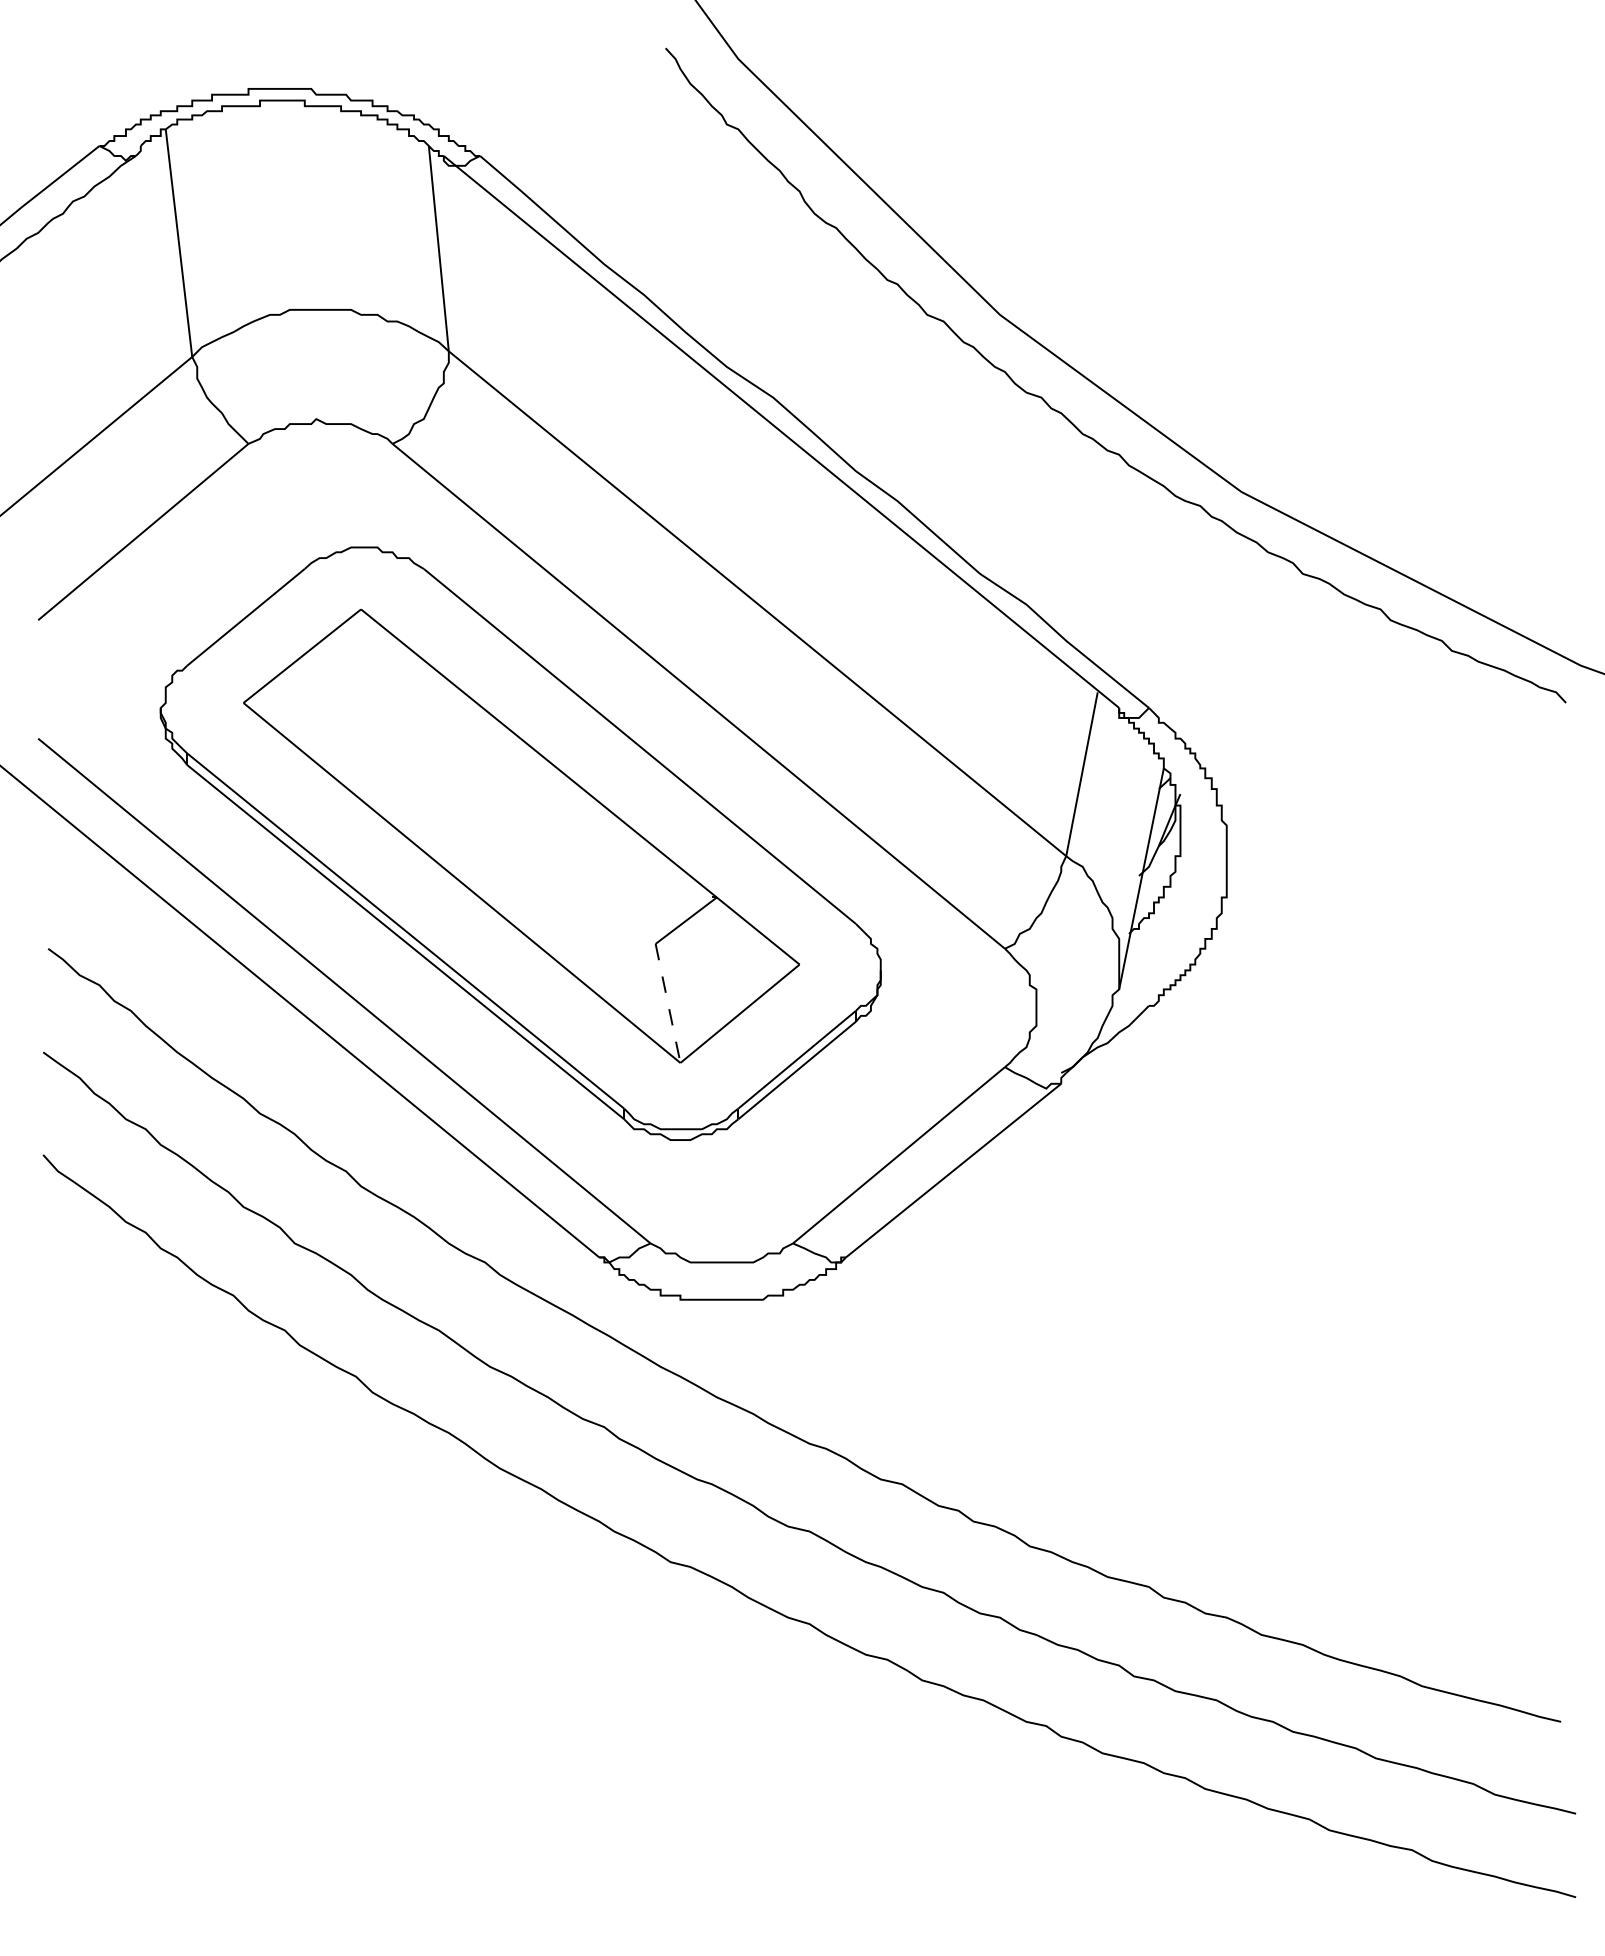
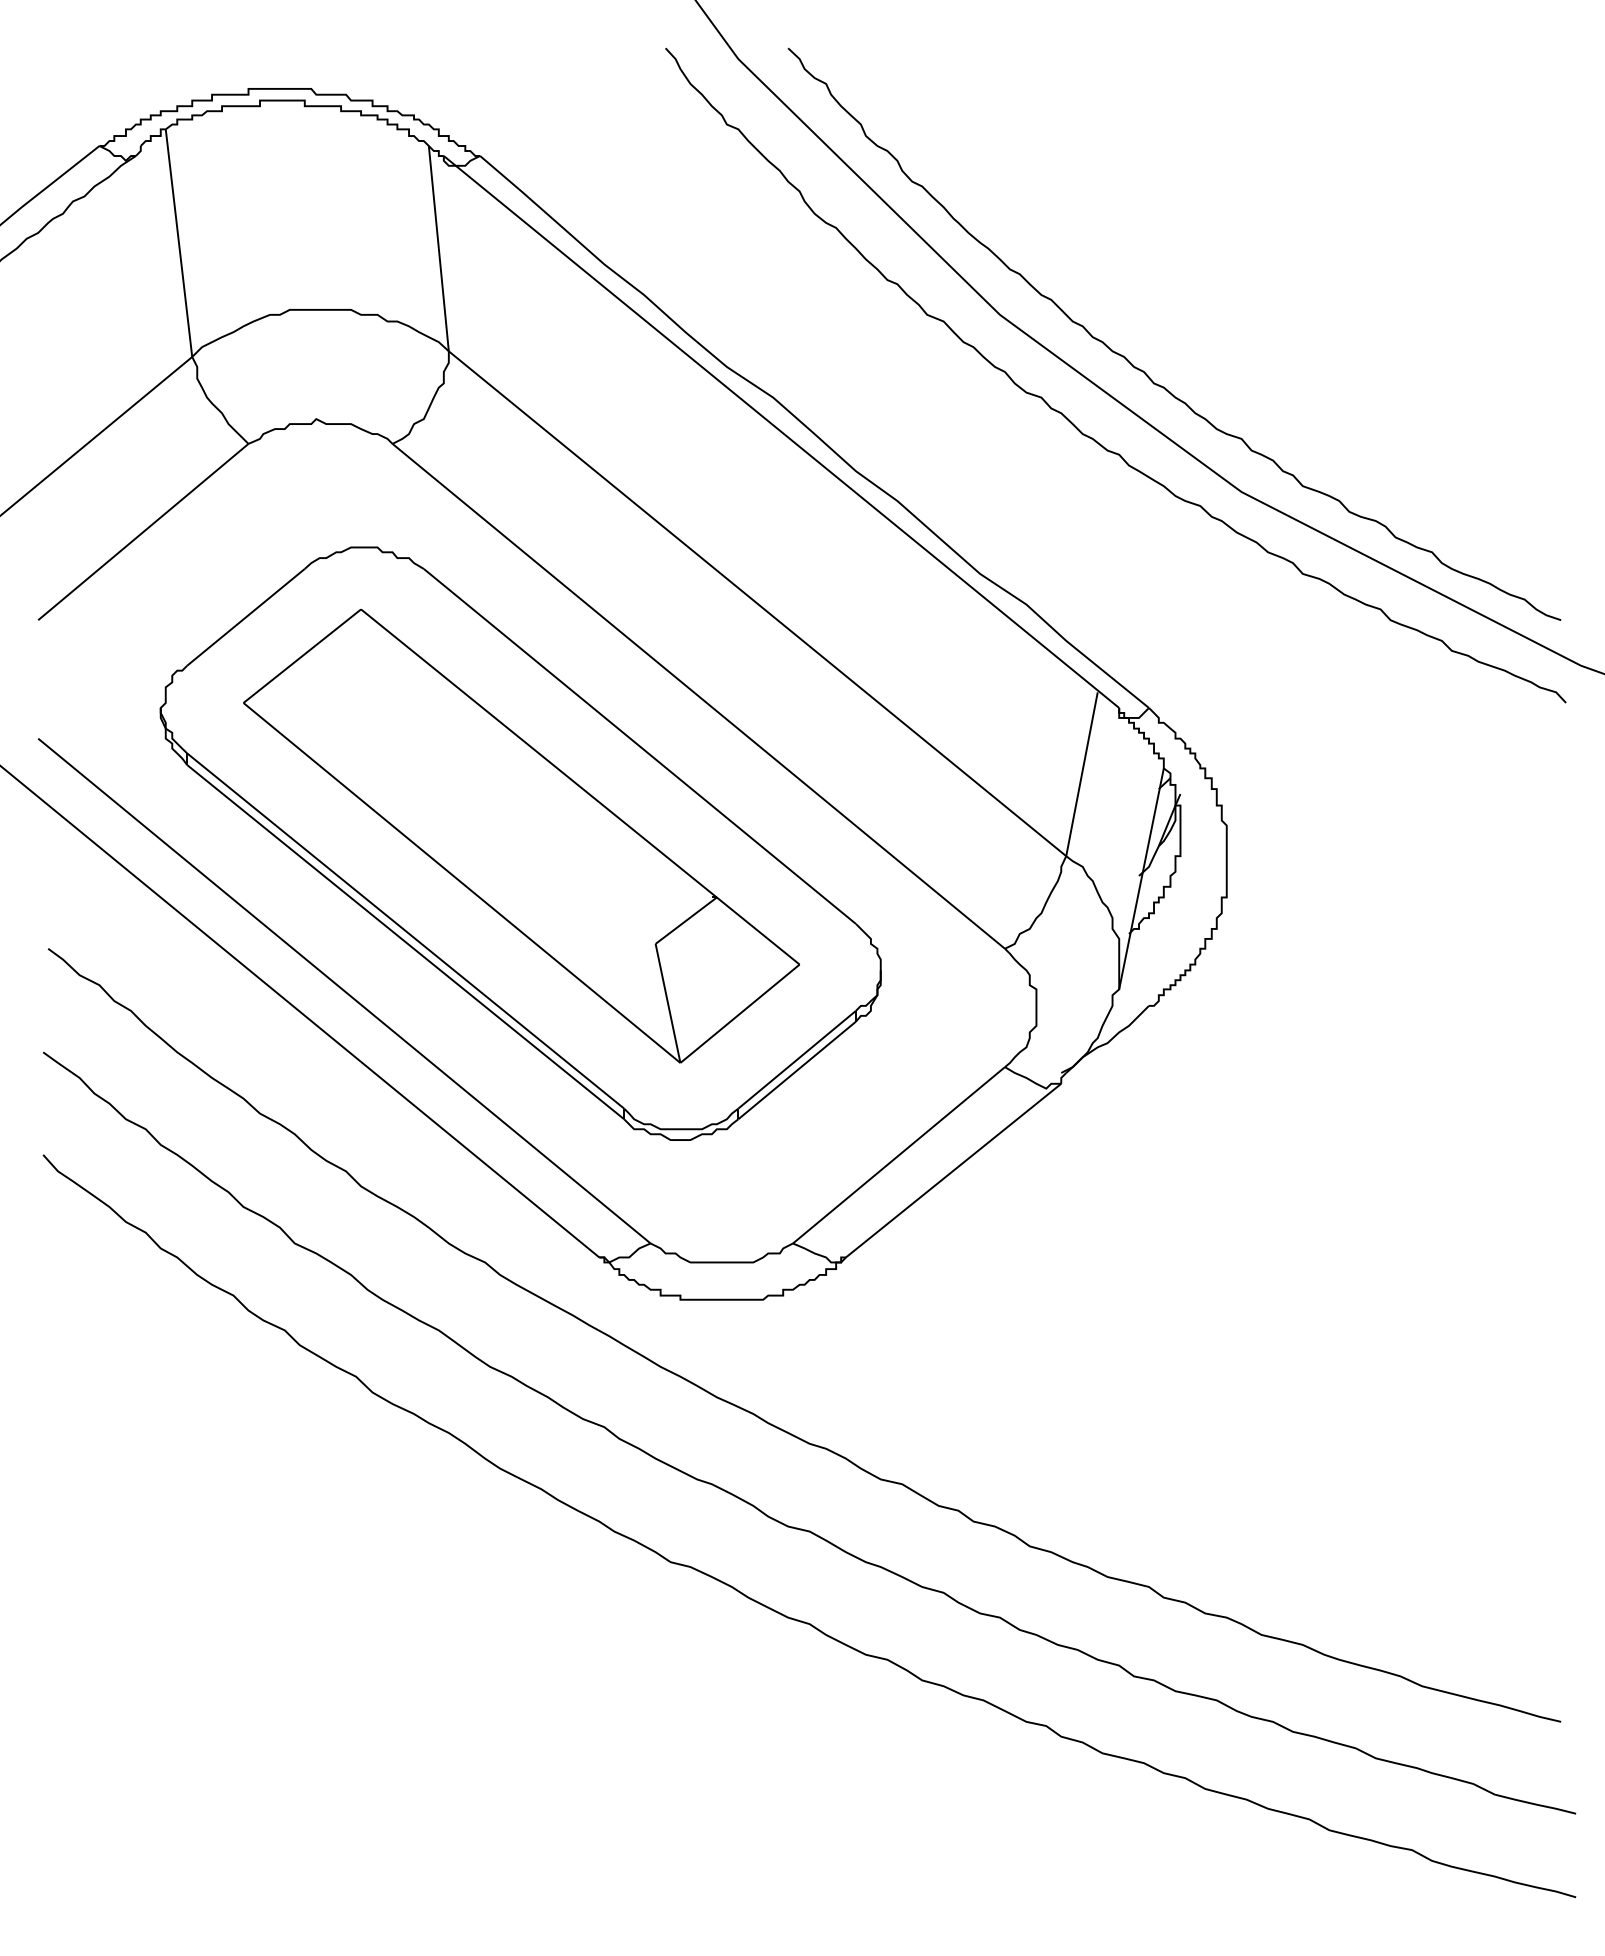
curve at (1143, 370): none -> present
line at (668, 1003): dashed -> solid
